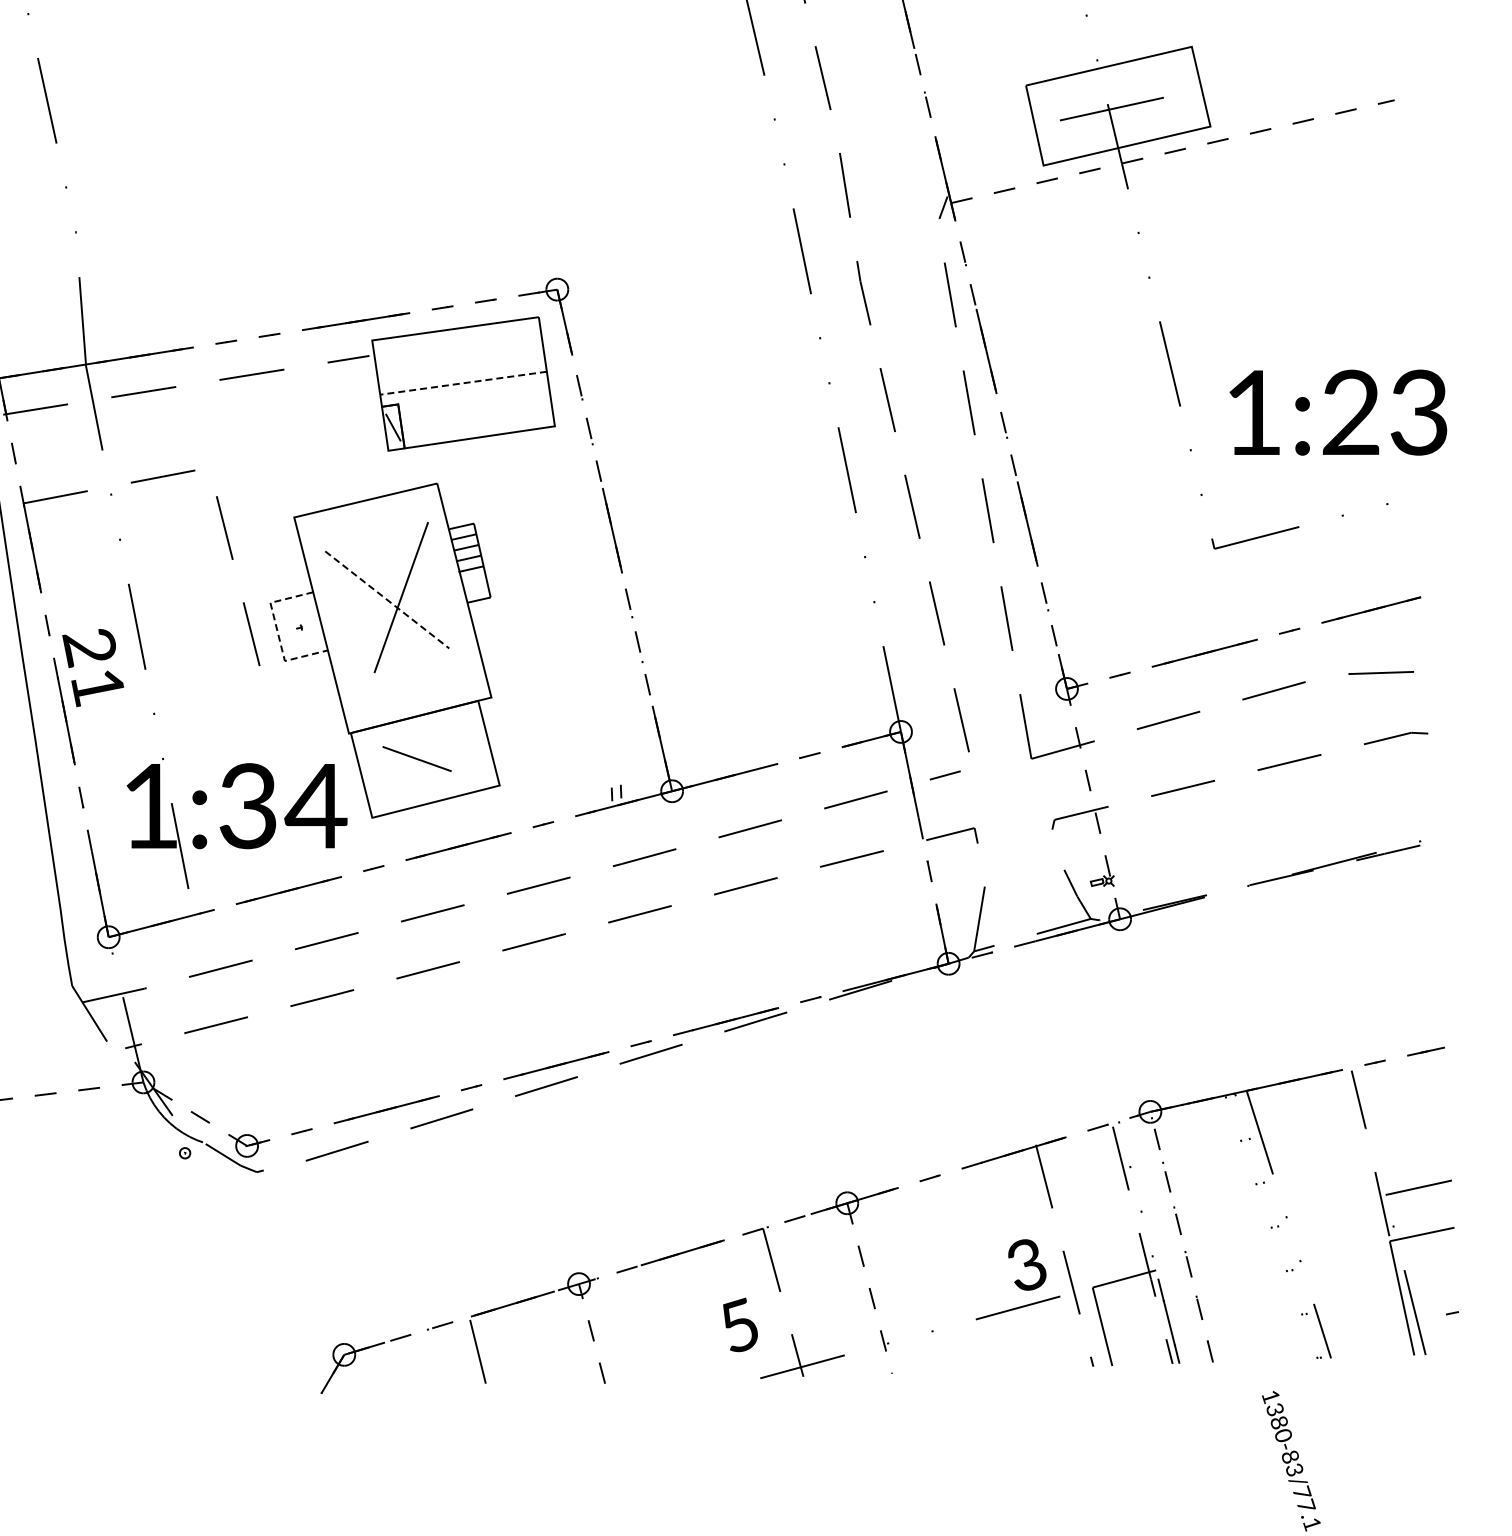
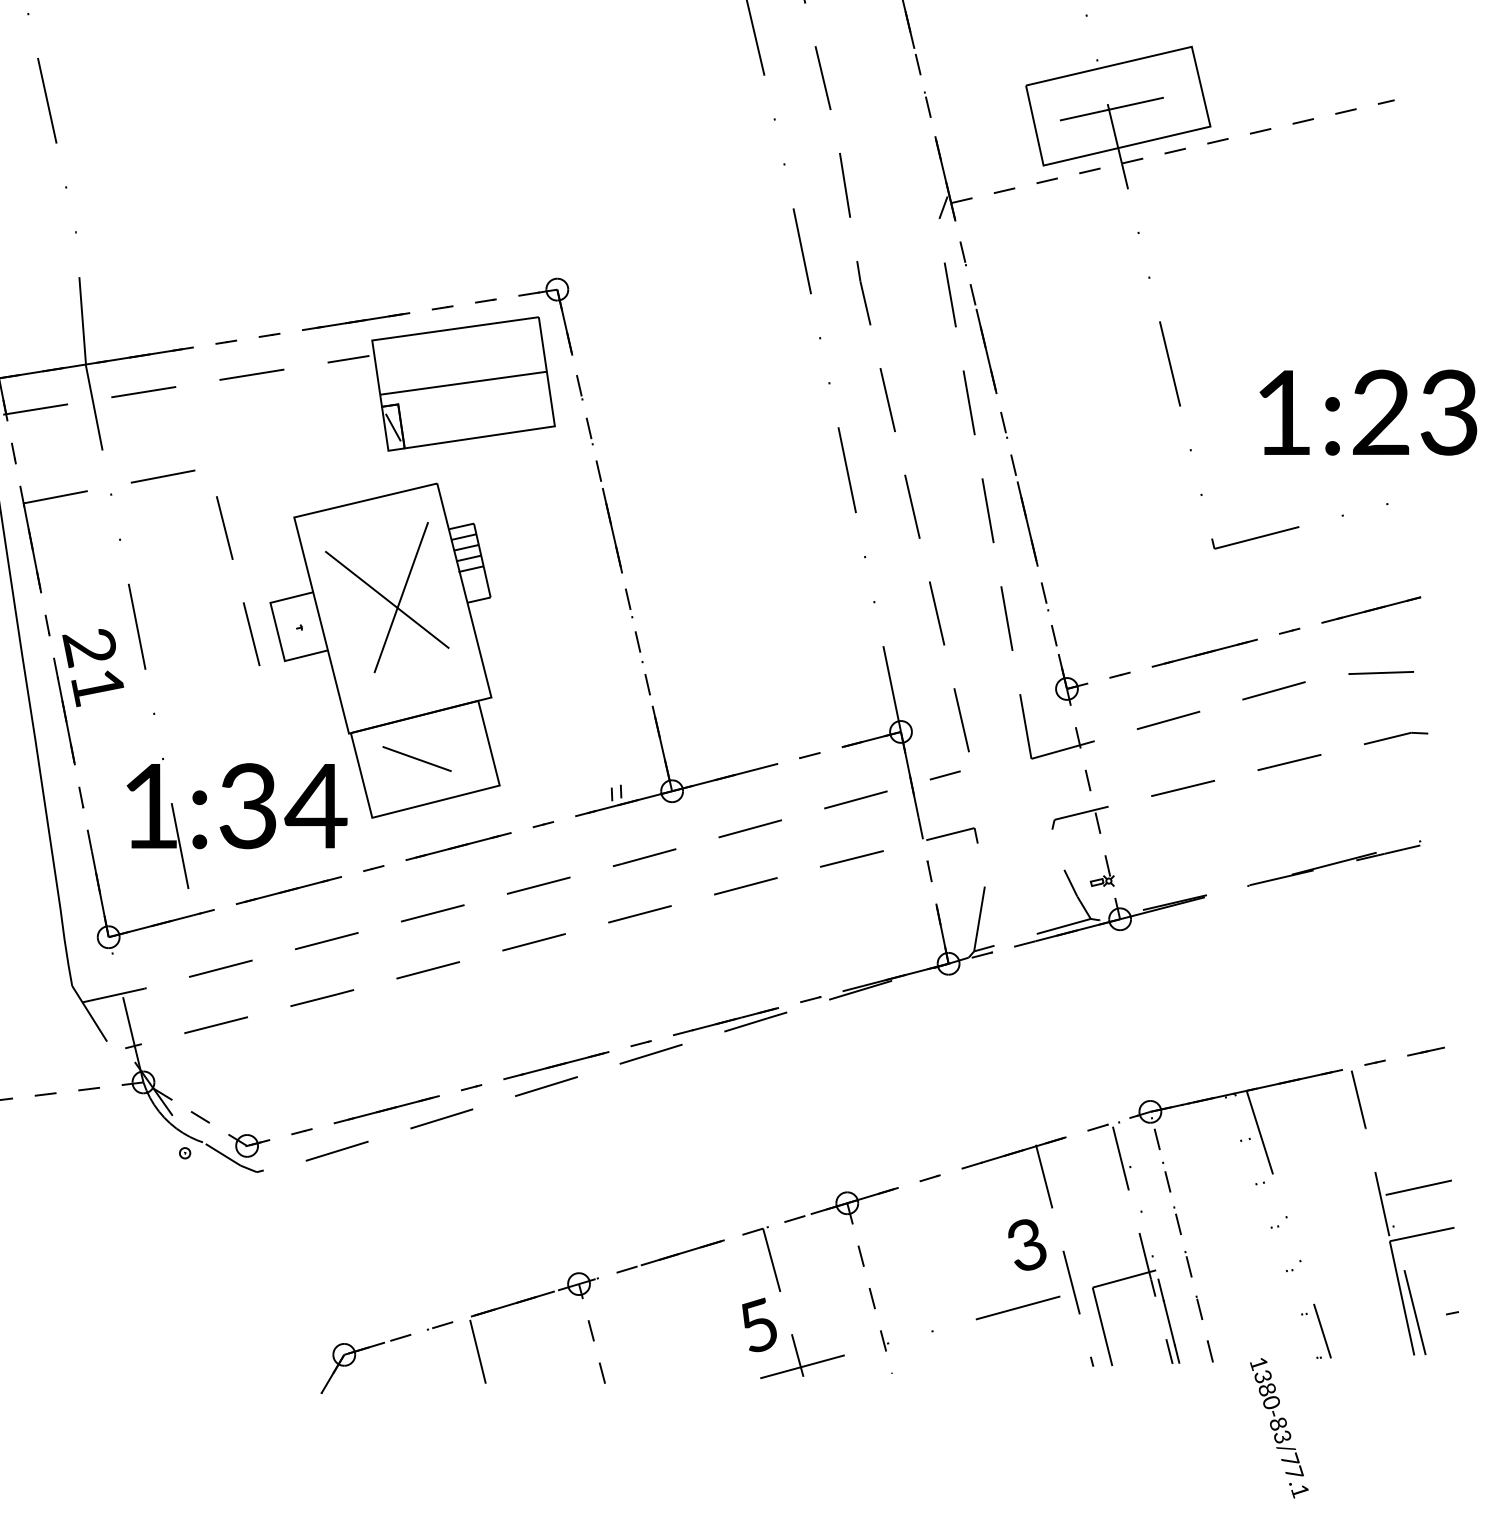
line at (463, 383): dashed -> solid
text at (1338, 412) position: (1338, 412) -> (1368, 412)
line at (387, 599): dashed -> solid
line at (277, 631): dashed -> solid
text at (1027, 1264) position: (1027, 1264) -> (1027, 1244)
text at (740, 1324) position: (740, 1324) -> (759, 1324)
text at (1291, 1461) position: (1291, 1461) -> (1279, 1428)
